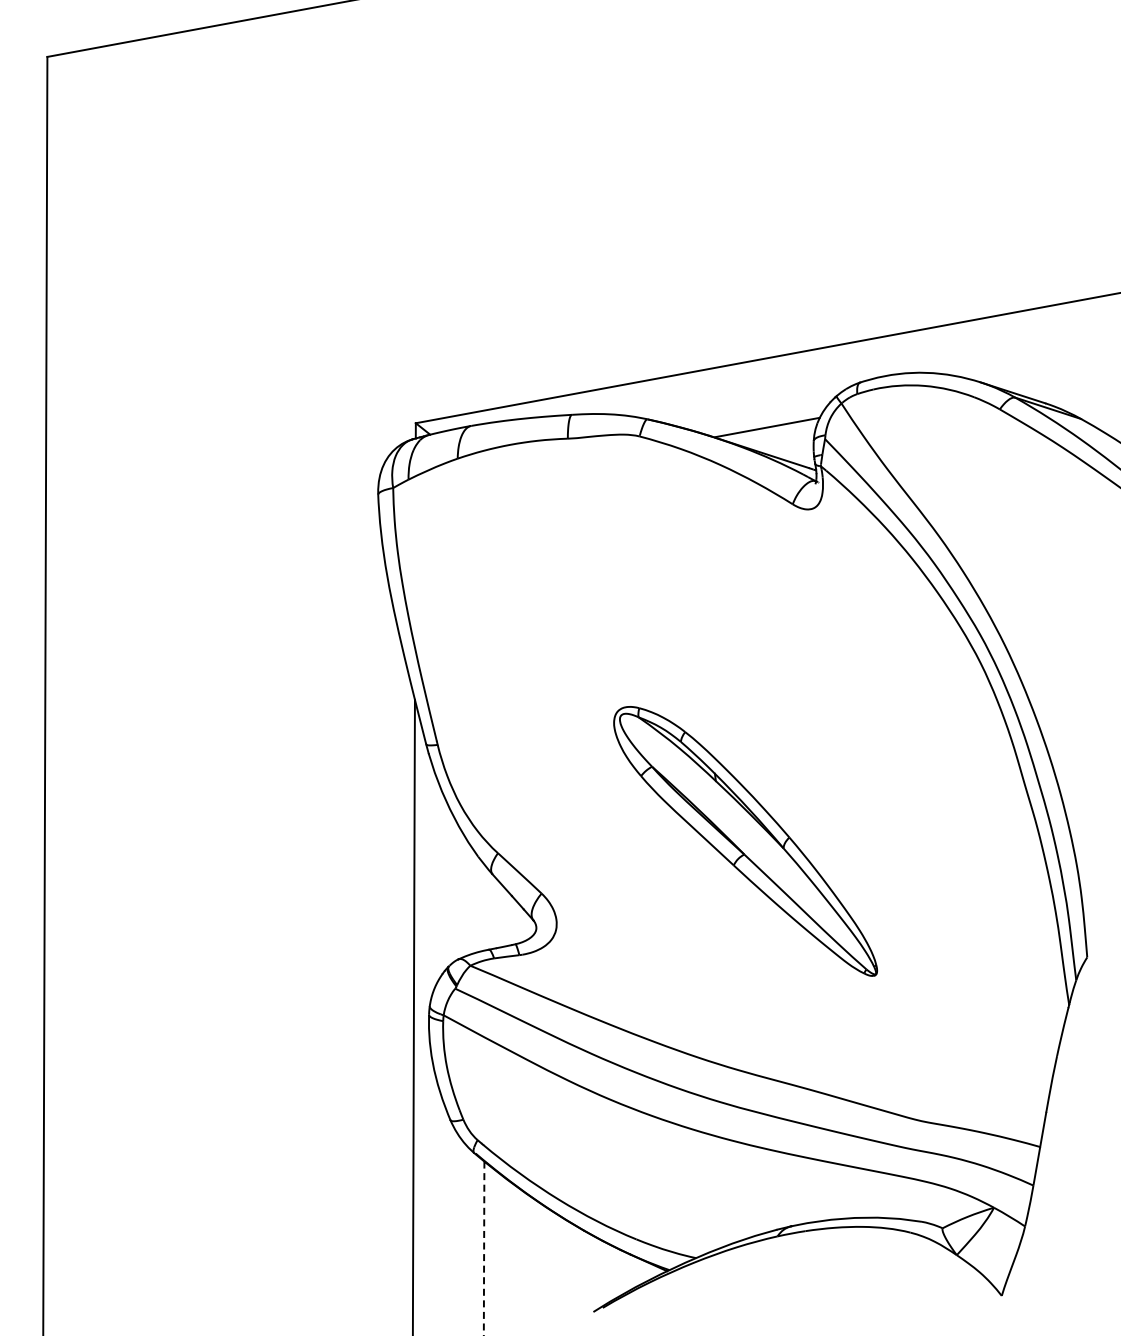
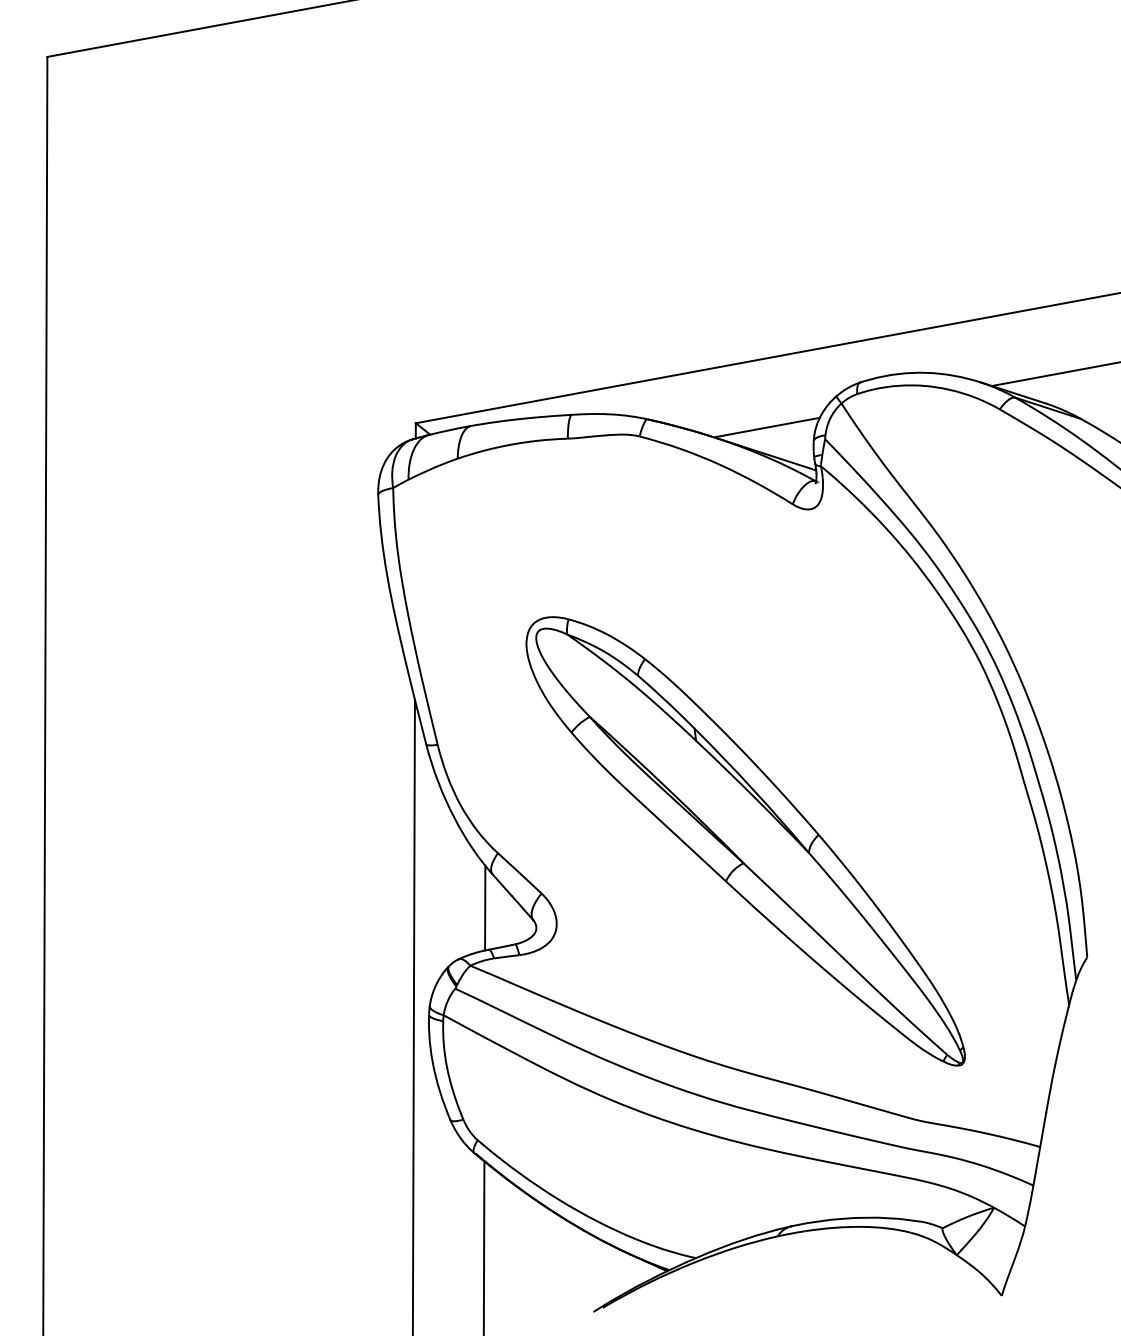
line at (1054, 374): none -> present
part at (745, 841) size: 265x271 px -> 441x451 px
line at (485, 907): none -> present
line at (484, 1248): dashed -> solid
